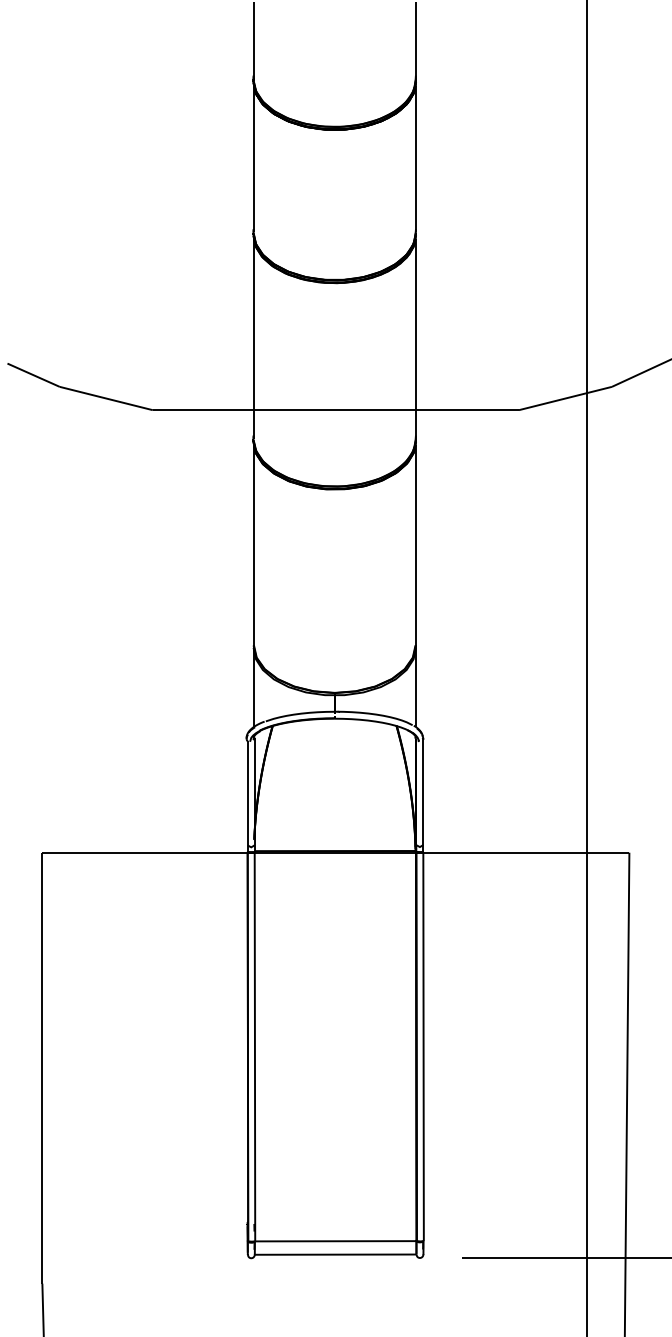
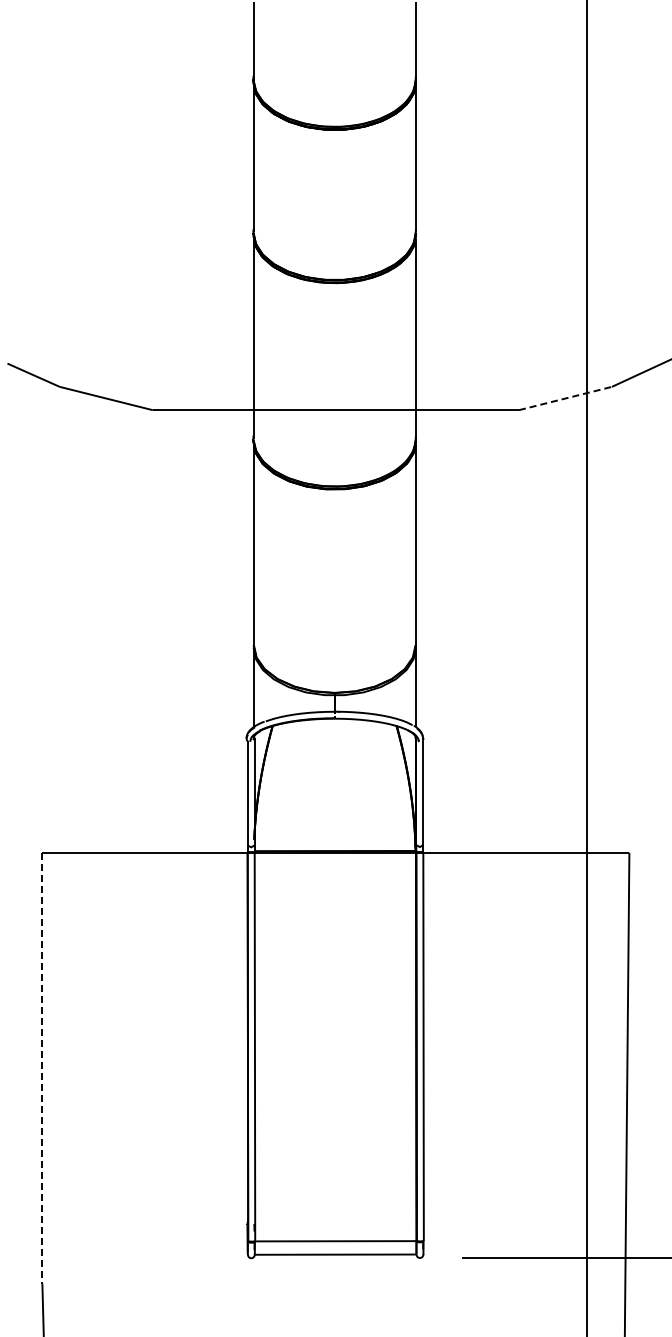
line at (565, 398): solid -> dashed
line at (42, 1068): solid -> dashed
